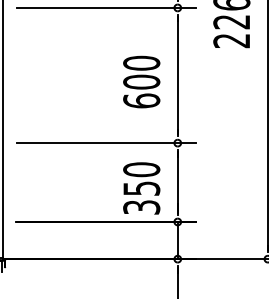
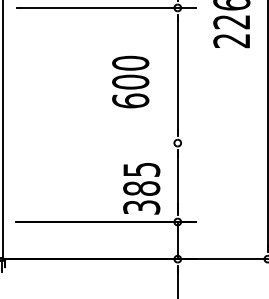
text at (141, 81) position: (141, 81) -> (130, 81)
line at (105, 143): present -> none
text at (141, 178): 350 -> 385
